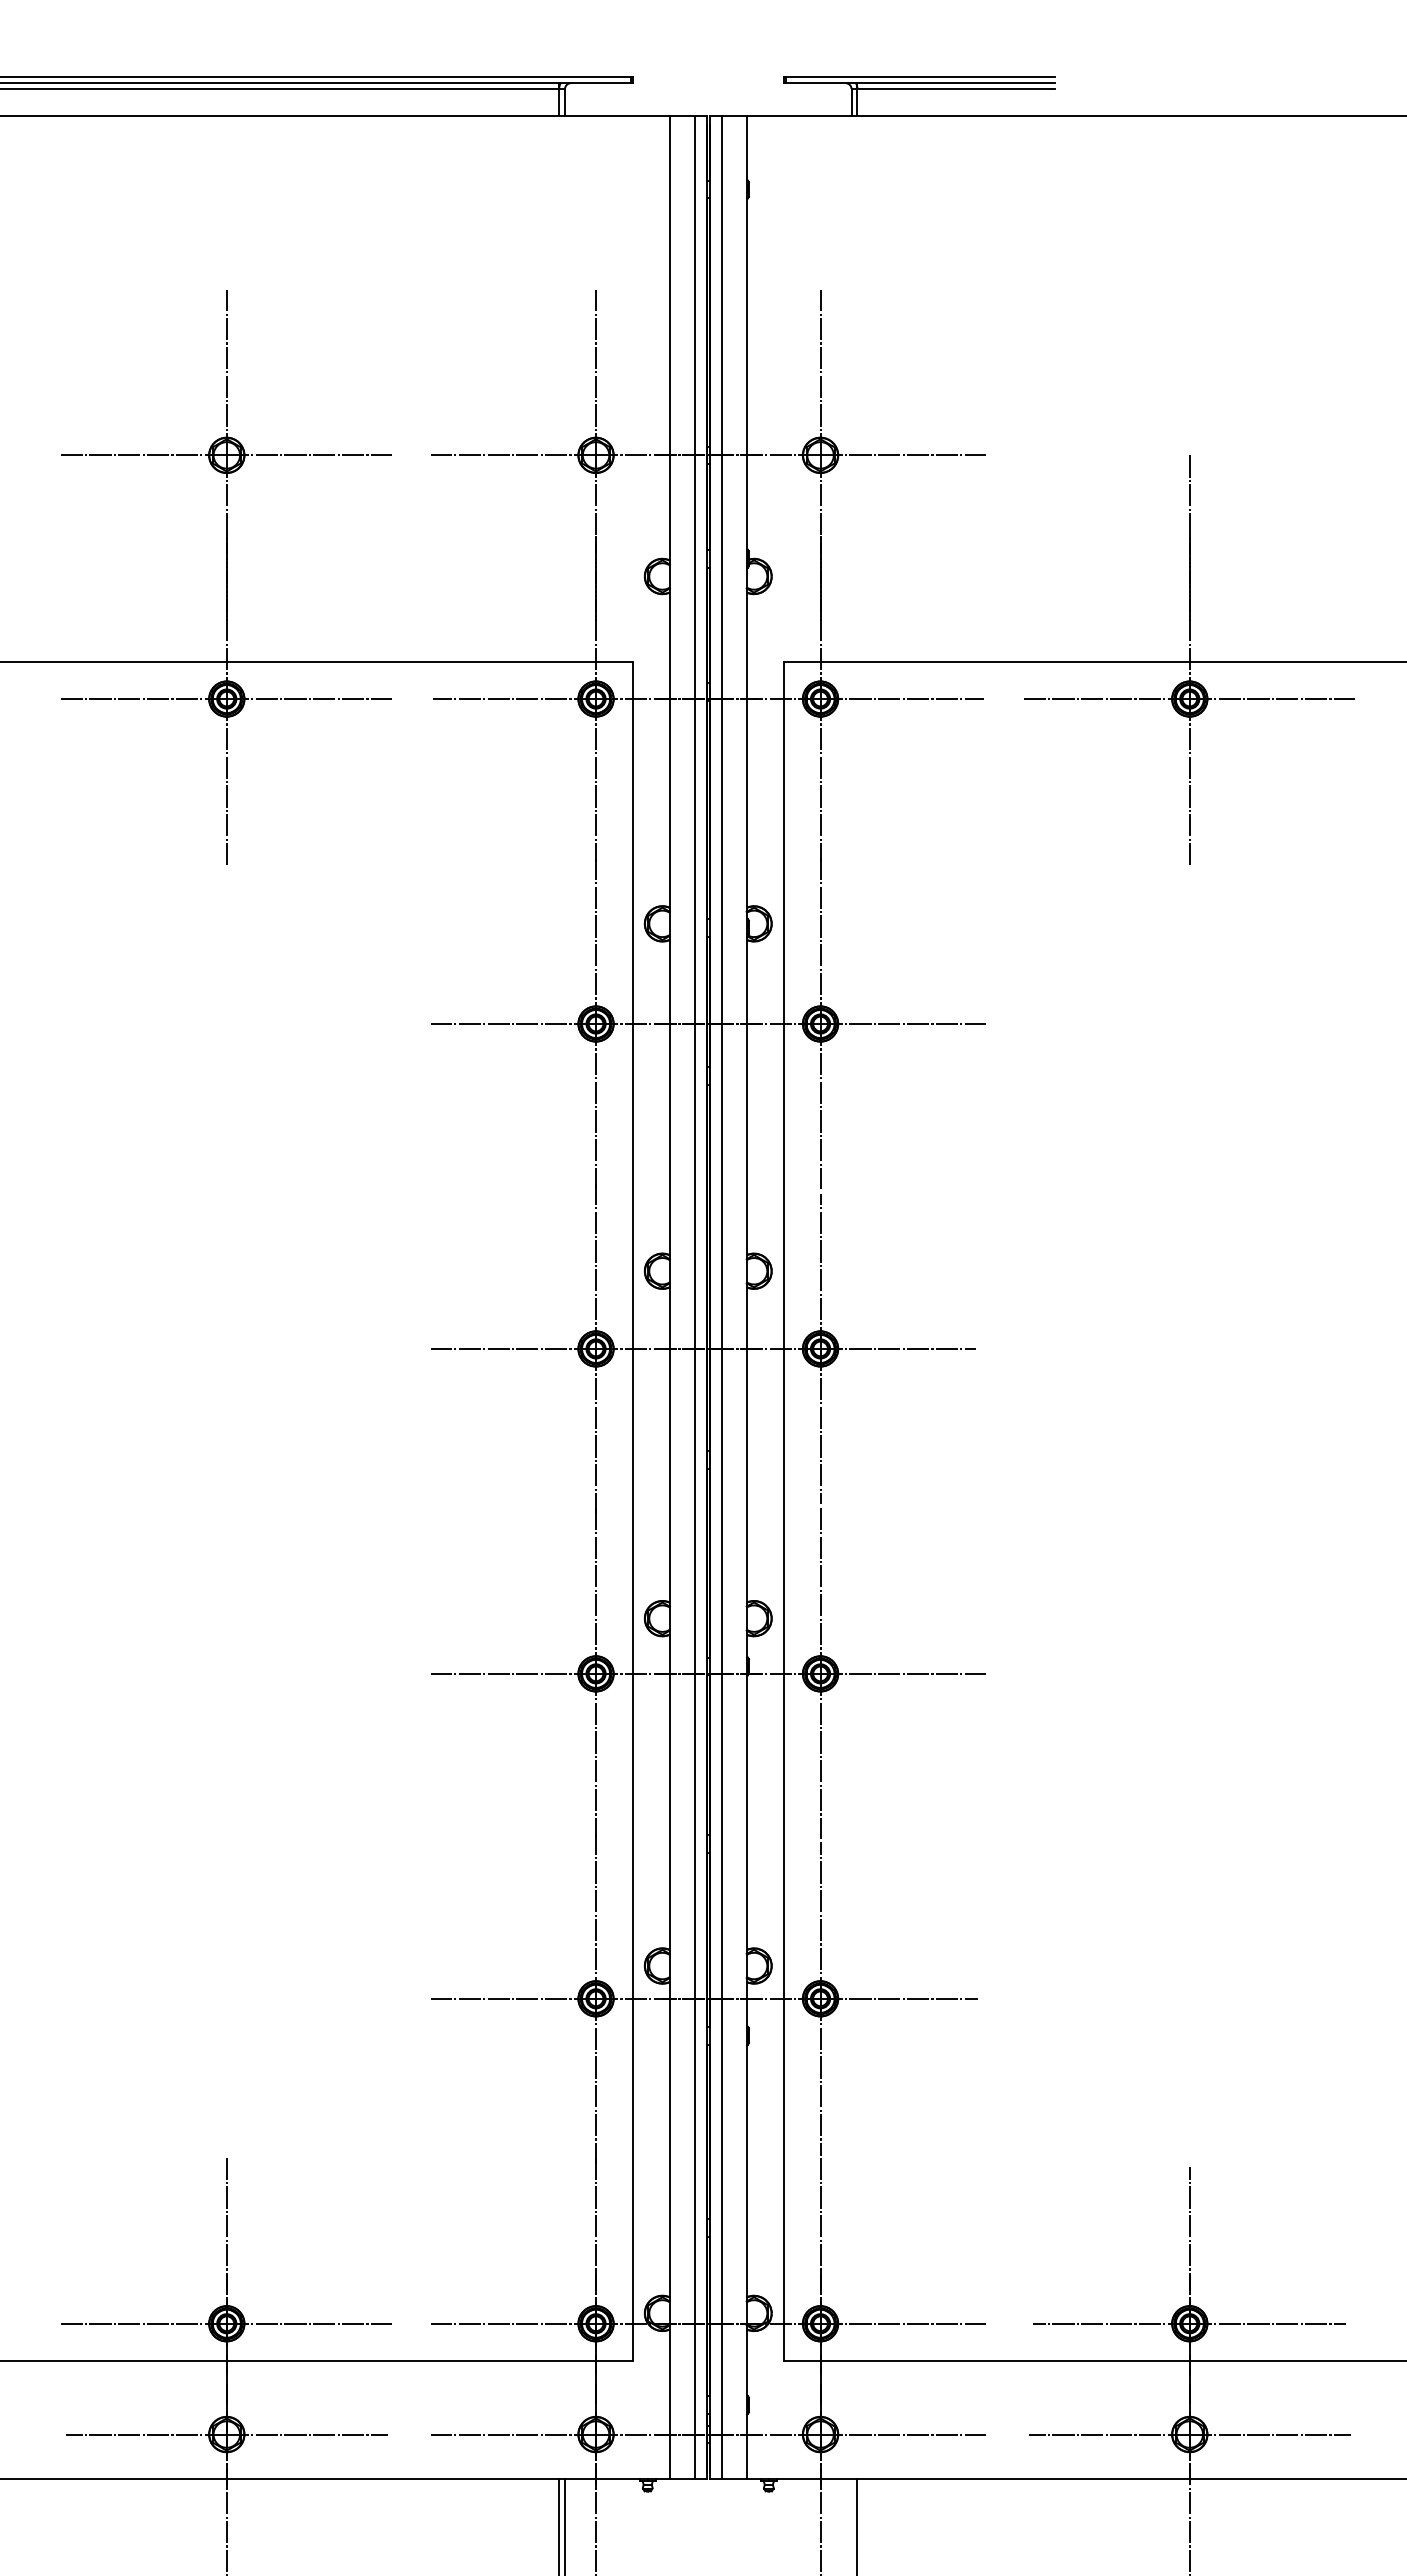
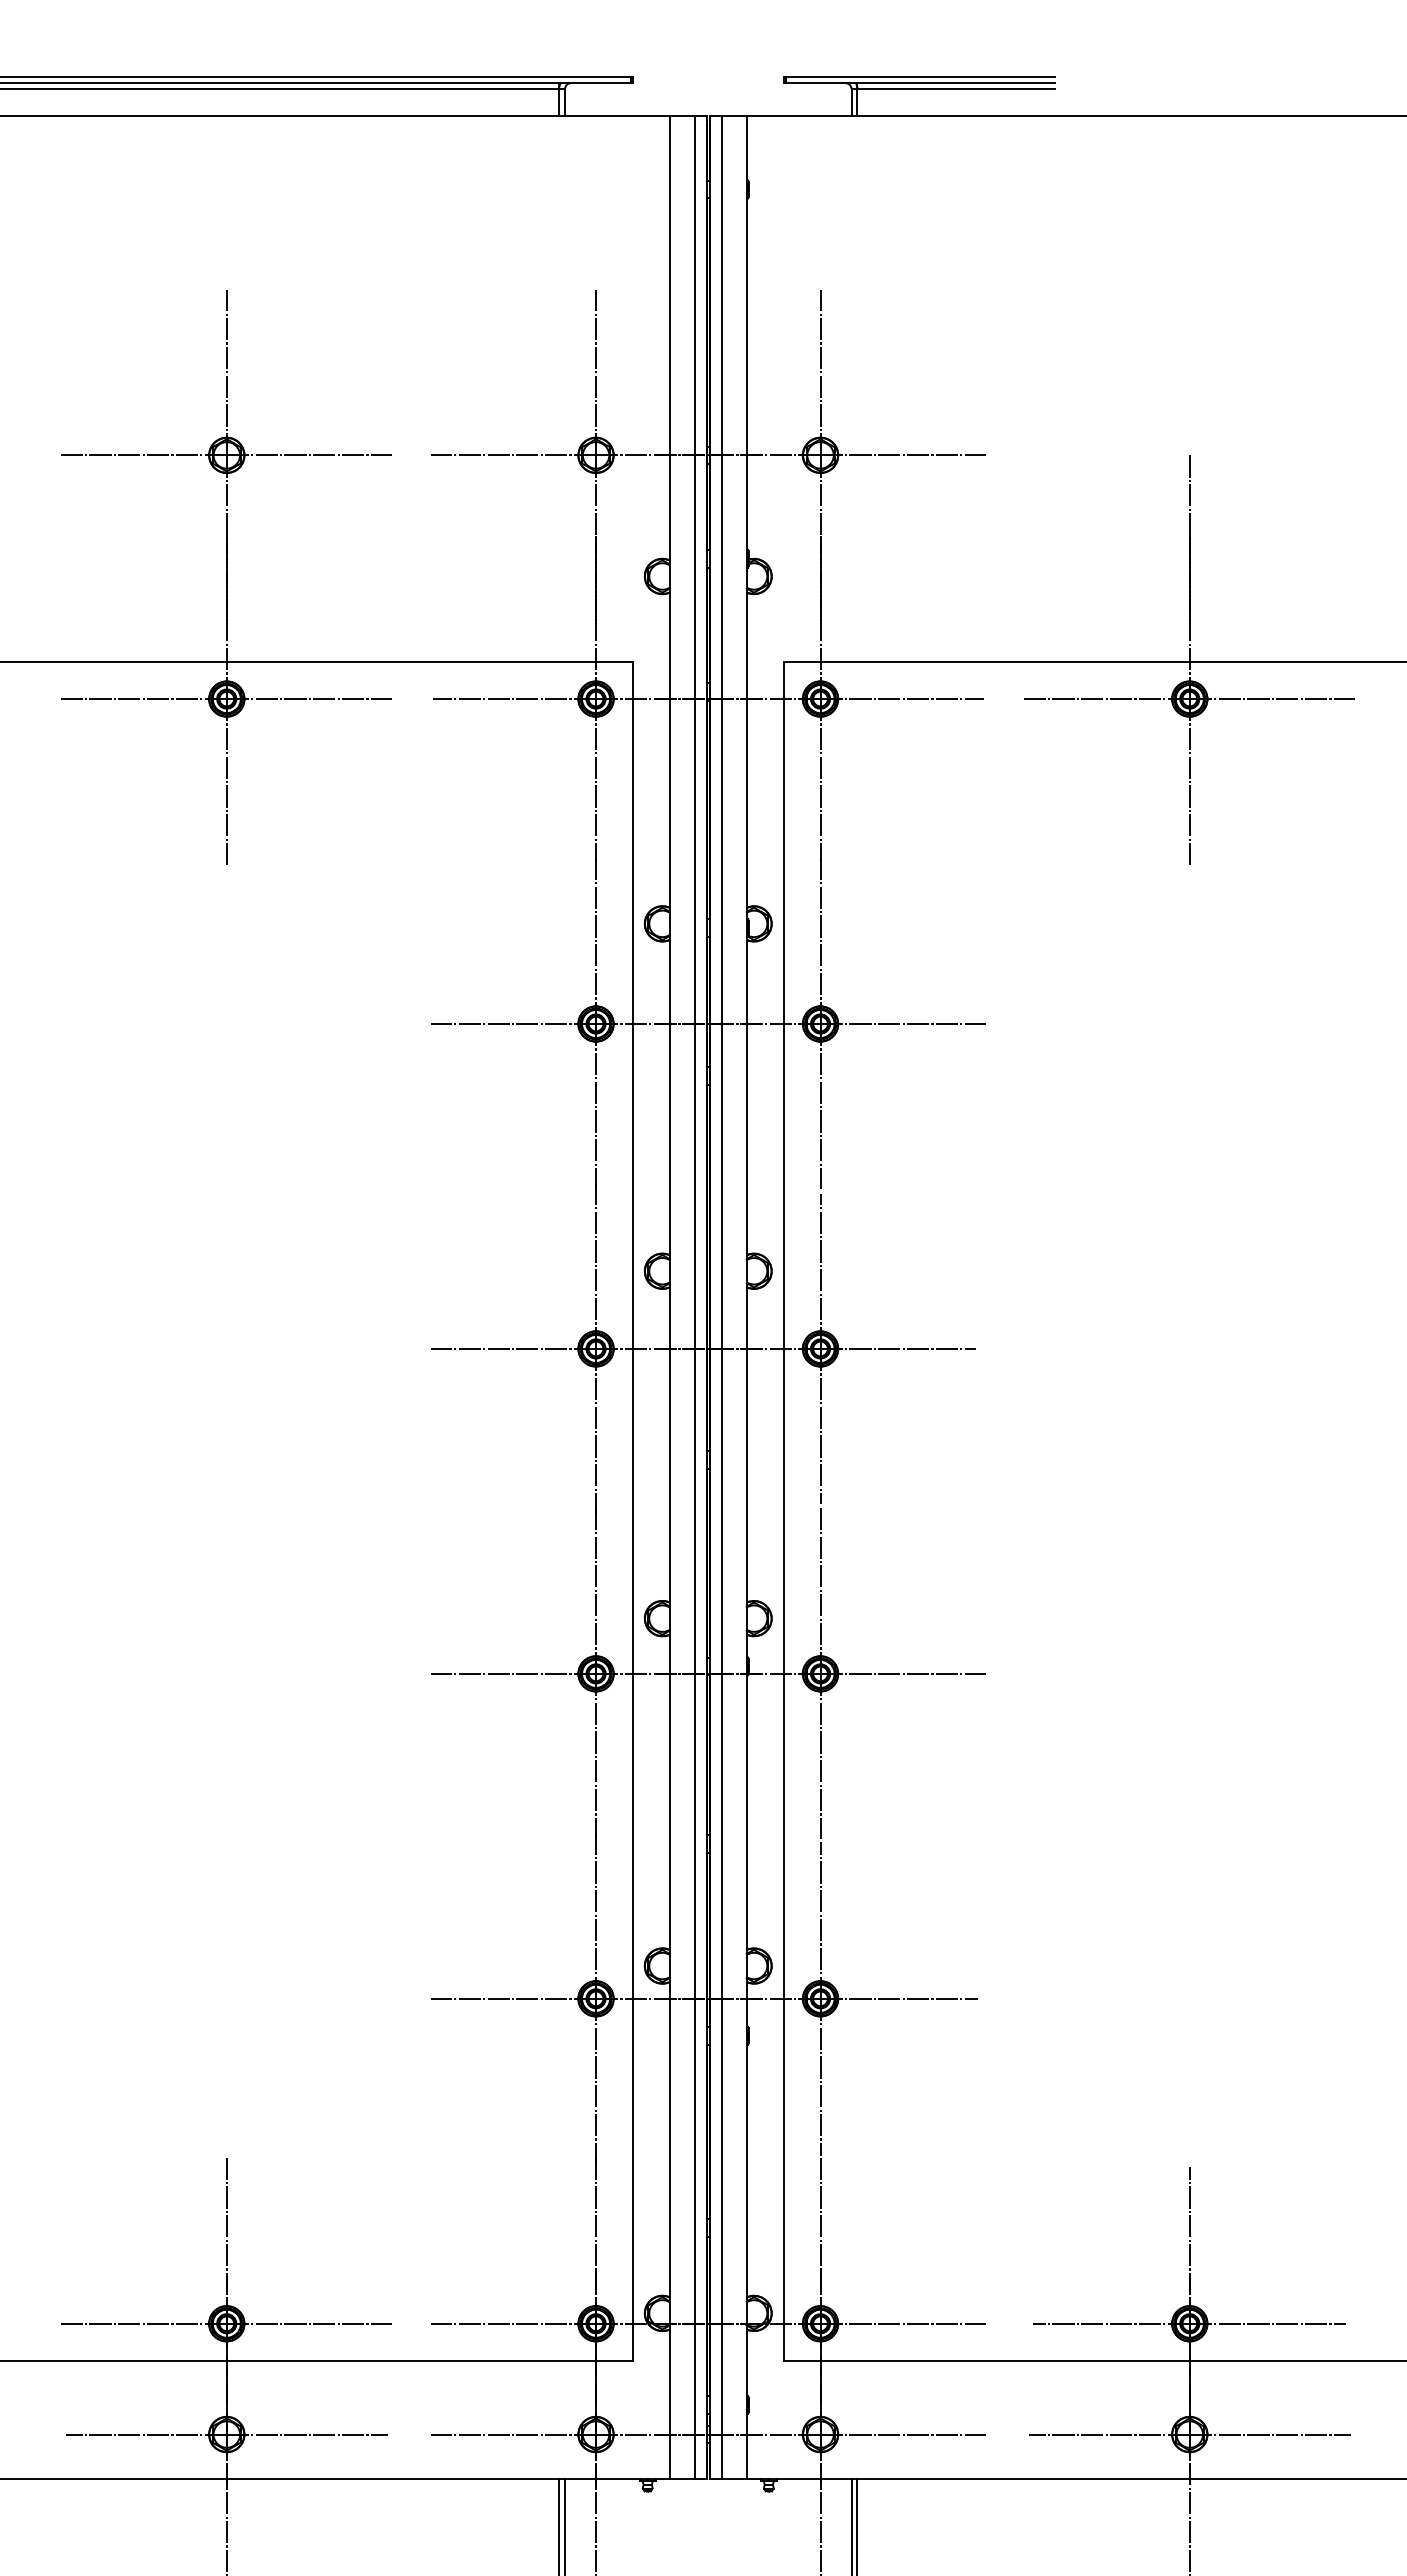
line at (851, 2525): none -> present
